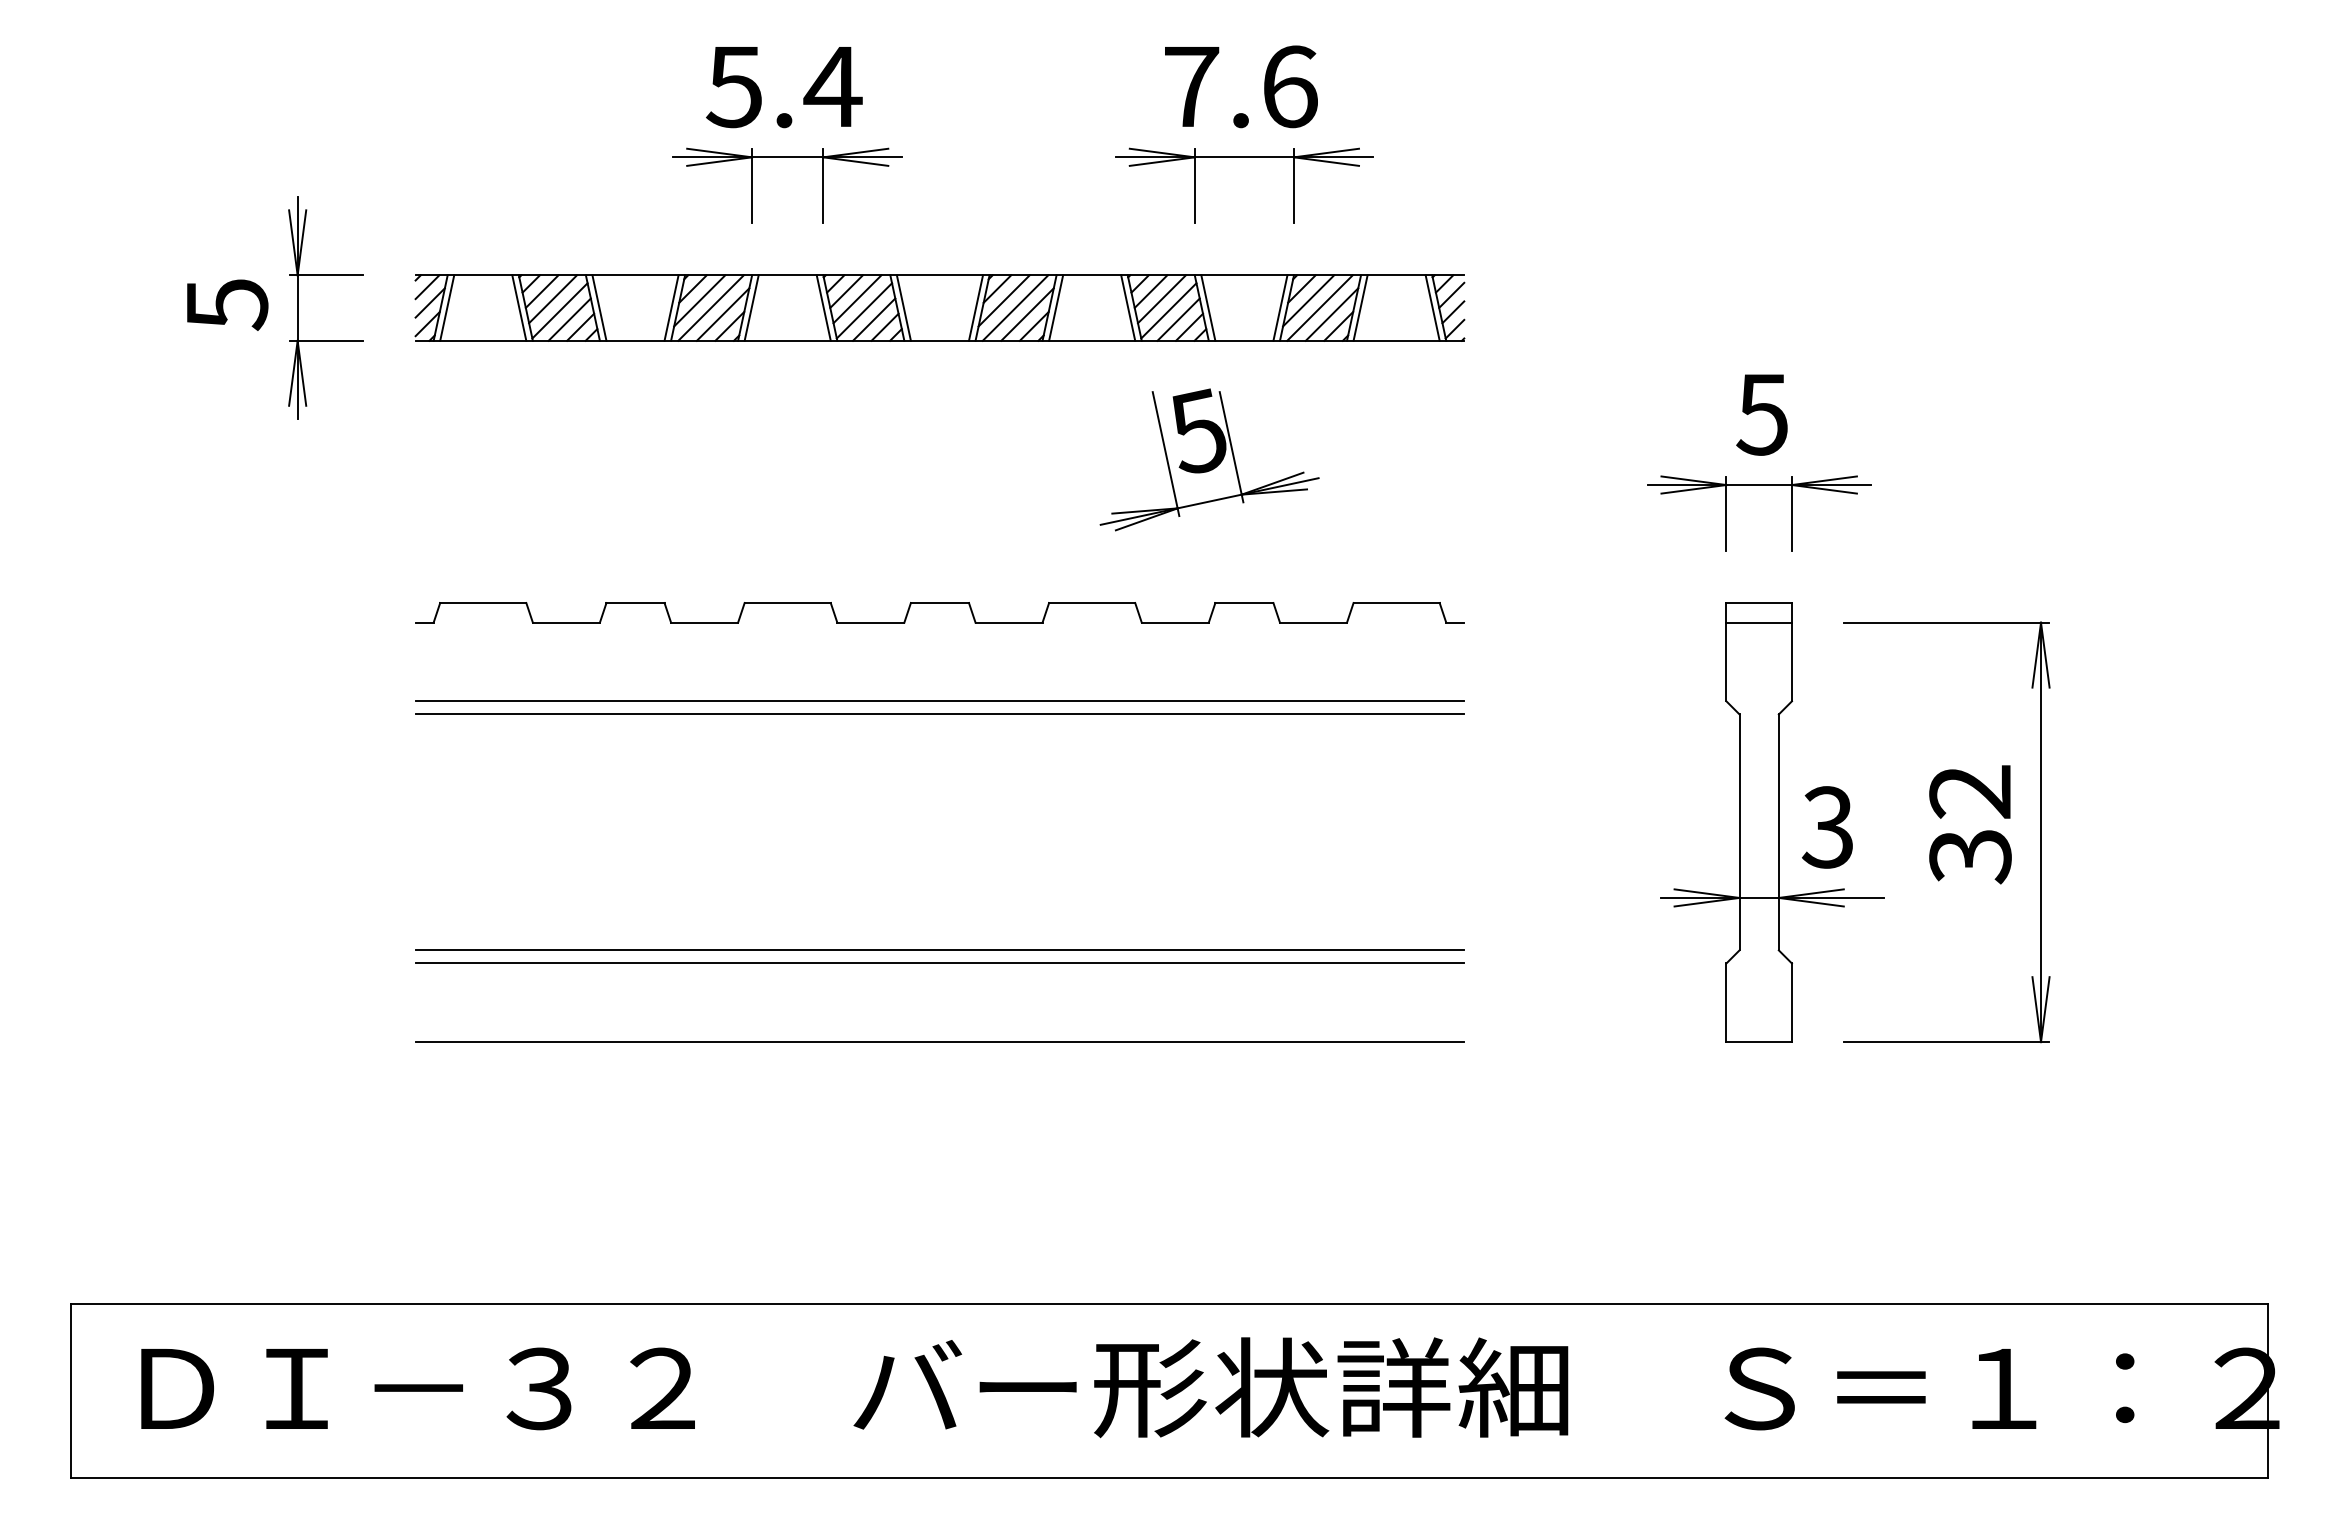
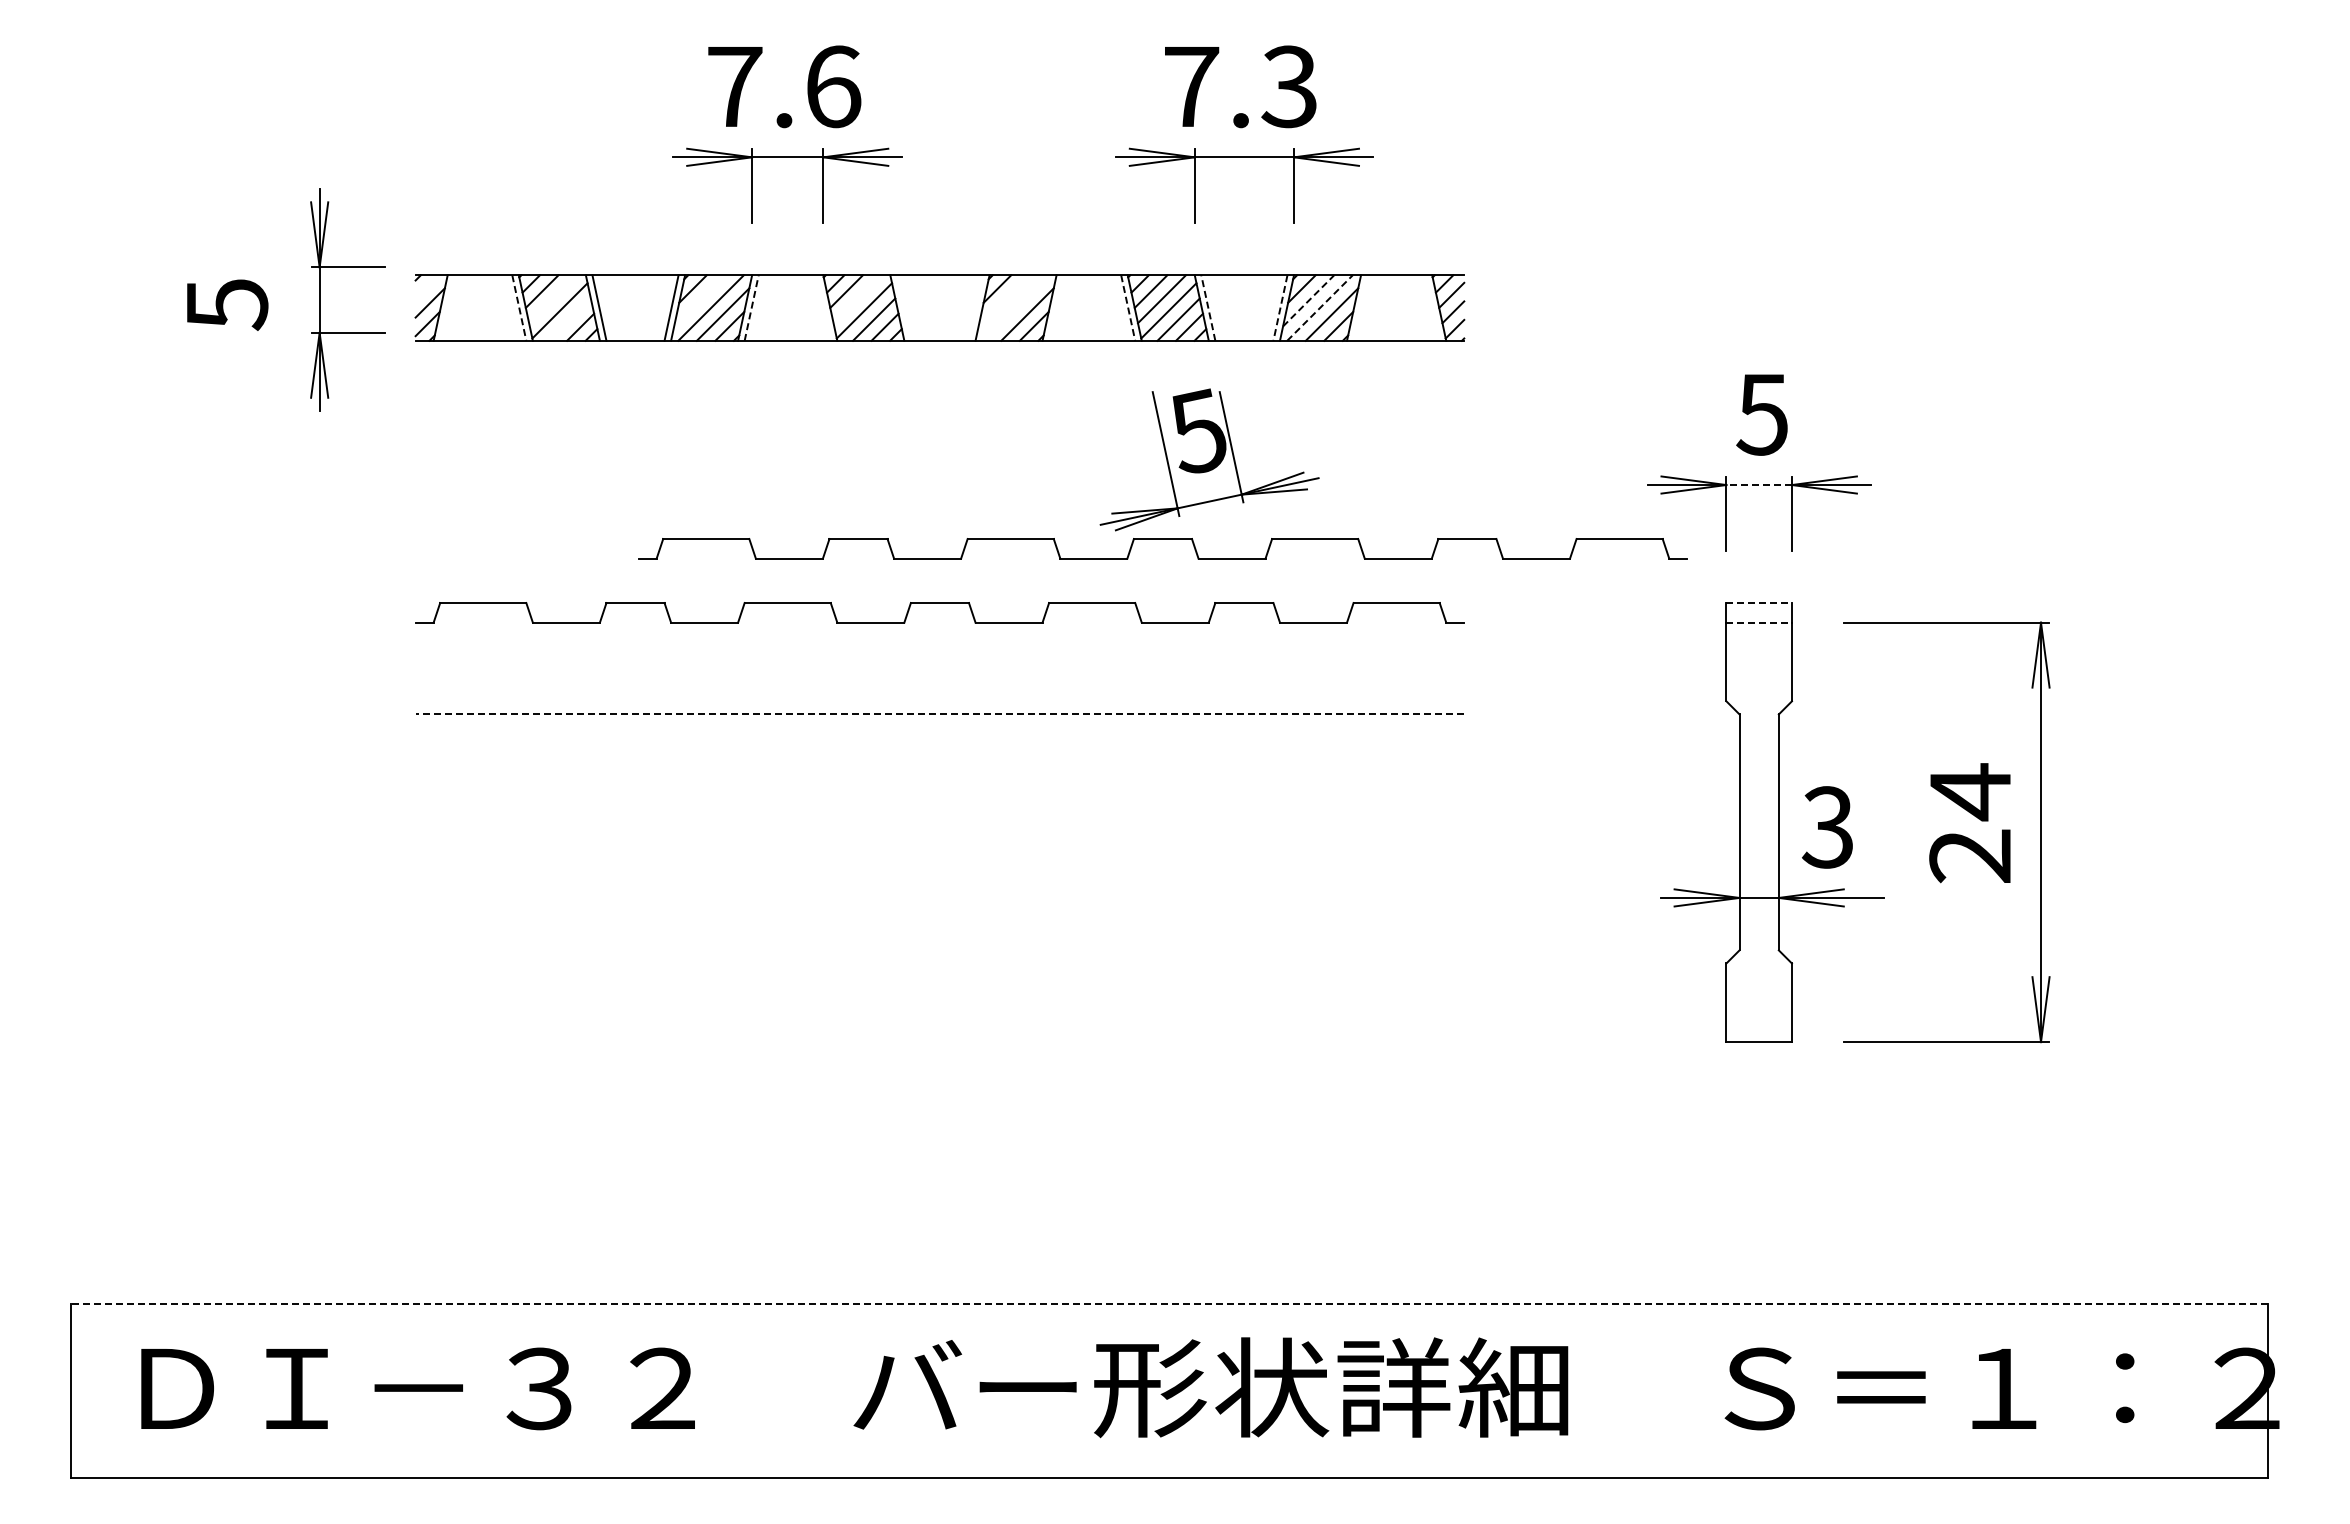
text at (784, 86): 5.4 -> 7.6
text at (1289, 86): 7.6 -> 7.3
line at (427, 287): present -> none
line at (553, 299): present -> none
line at (857, 299): present -> none
line at (699, 300): present -> none
line at (1003, 300): present -> none
line at (1308, 300): solid -> dashed
part at (298, 307) position: (298, 307) -> (320, 299)
line at (447, 307): present -> none
line at (823, 307): present -> none
line at (903, 307): present -> none
line at (975, 307): present -> none
line at (1015, 307): present -> none
line at (1056, 307): present -> none
line at (1320, 307): solid -> dashed
line at (1360, 307): present -> none
line at (1432, 307): present -> none
line at (519, 308): solid -> dashed
line at (751, 308): solid -> dashed
line at (1128, 308): solid -> dashed
line at (1208, 308): solid -> dashed
line at (1280, 308): solid -> dashed
line at (569, 319): present -> none
line at (1759, 485): solid -> dashed
part at (1162, 539): none -> present
line at (1759, 603): solid -> dashed
line at (1759, 622): solid -> dashed
line at (939, 701): present -> none
line at (939, 714): solid -> dashed
text at (1970, 823): 32 -> 24
line at (939, 950): present -> none
line at (939, 963): present -> none
line at (939, 1041): present -> none
line at (1169, 1304): solid -> dashed
